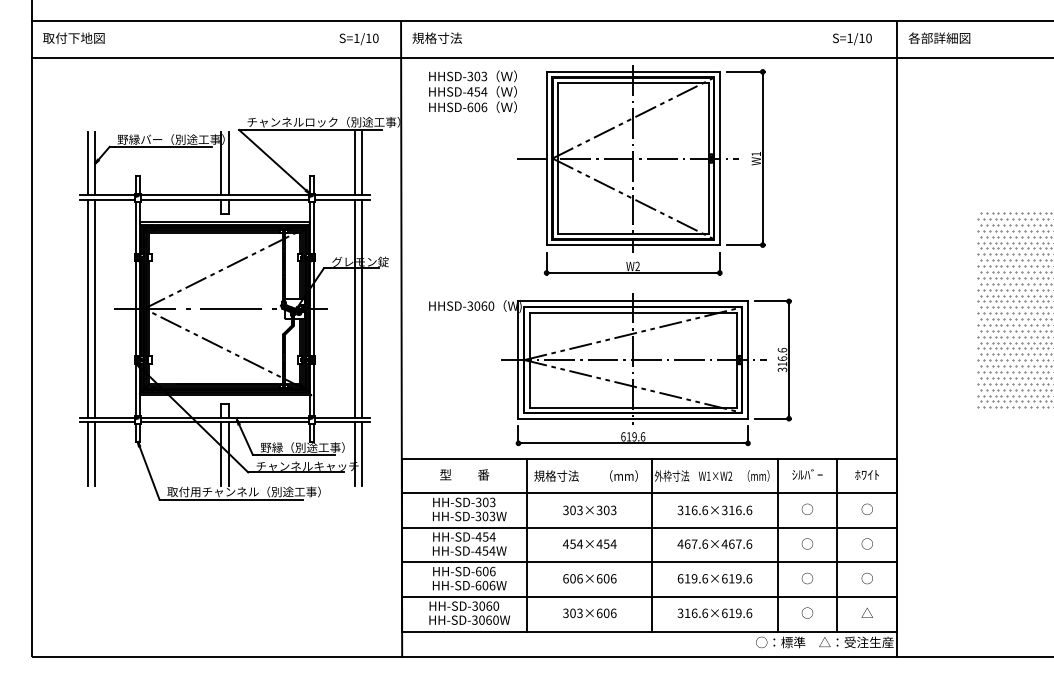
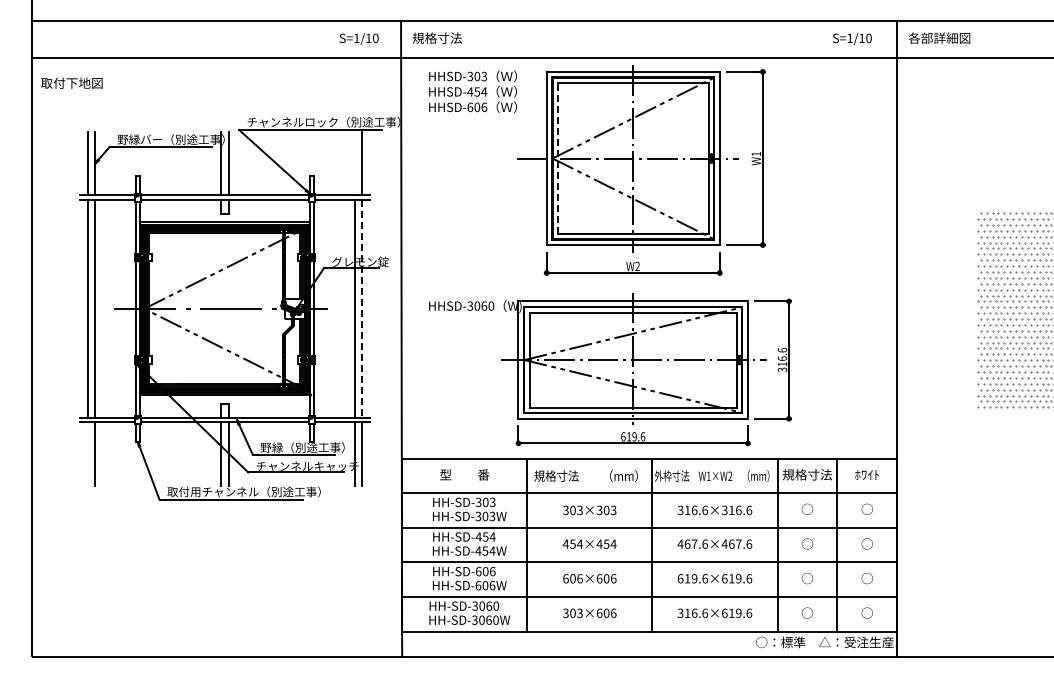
text at (73, 37) position: (73, 37) -> (71, 82)
line at (557, 158): solid -> dashed
line at (354, 163): present -> none
line at (361, 308): solid -> dashed
line at (87, 453): present -> none
text at (806, 474): ｼﾙﾊﾞｰ -> 規格寸法
text at (866, 612): △ -> ○
